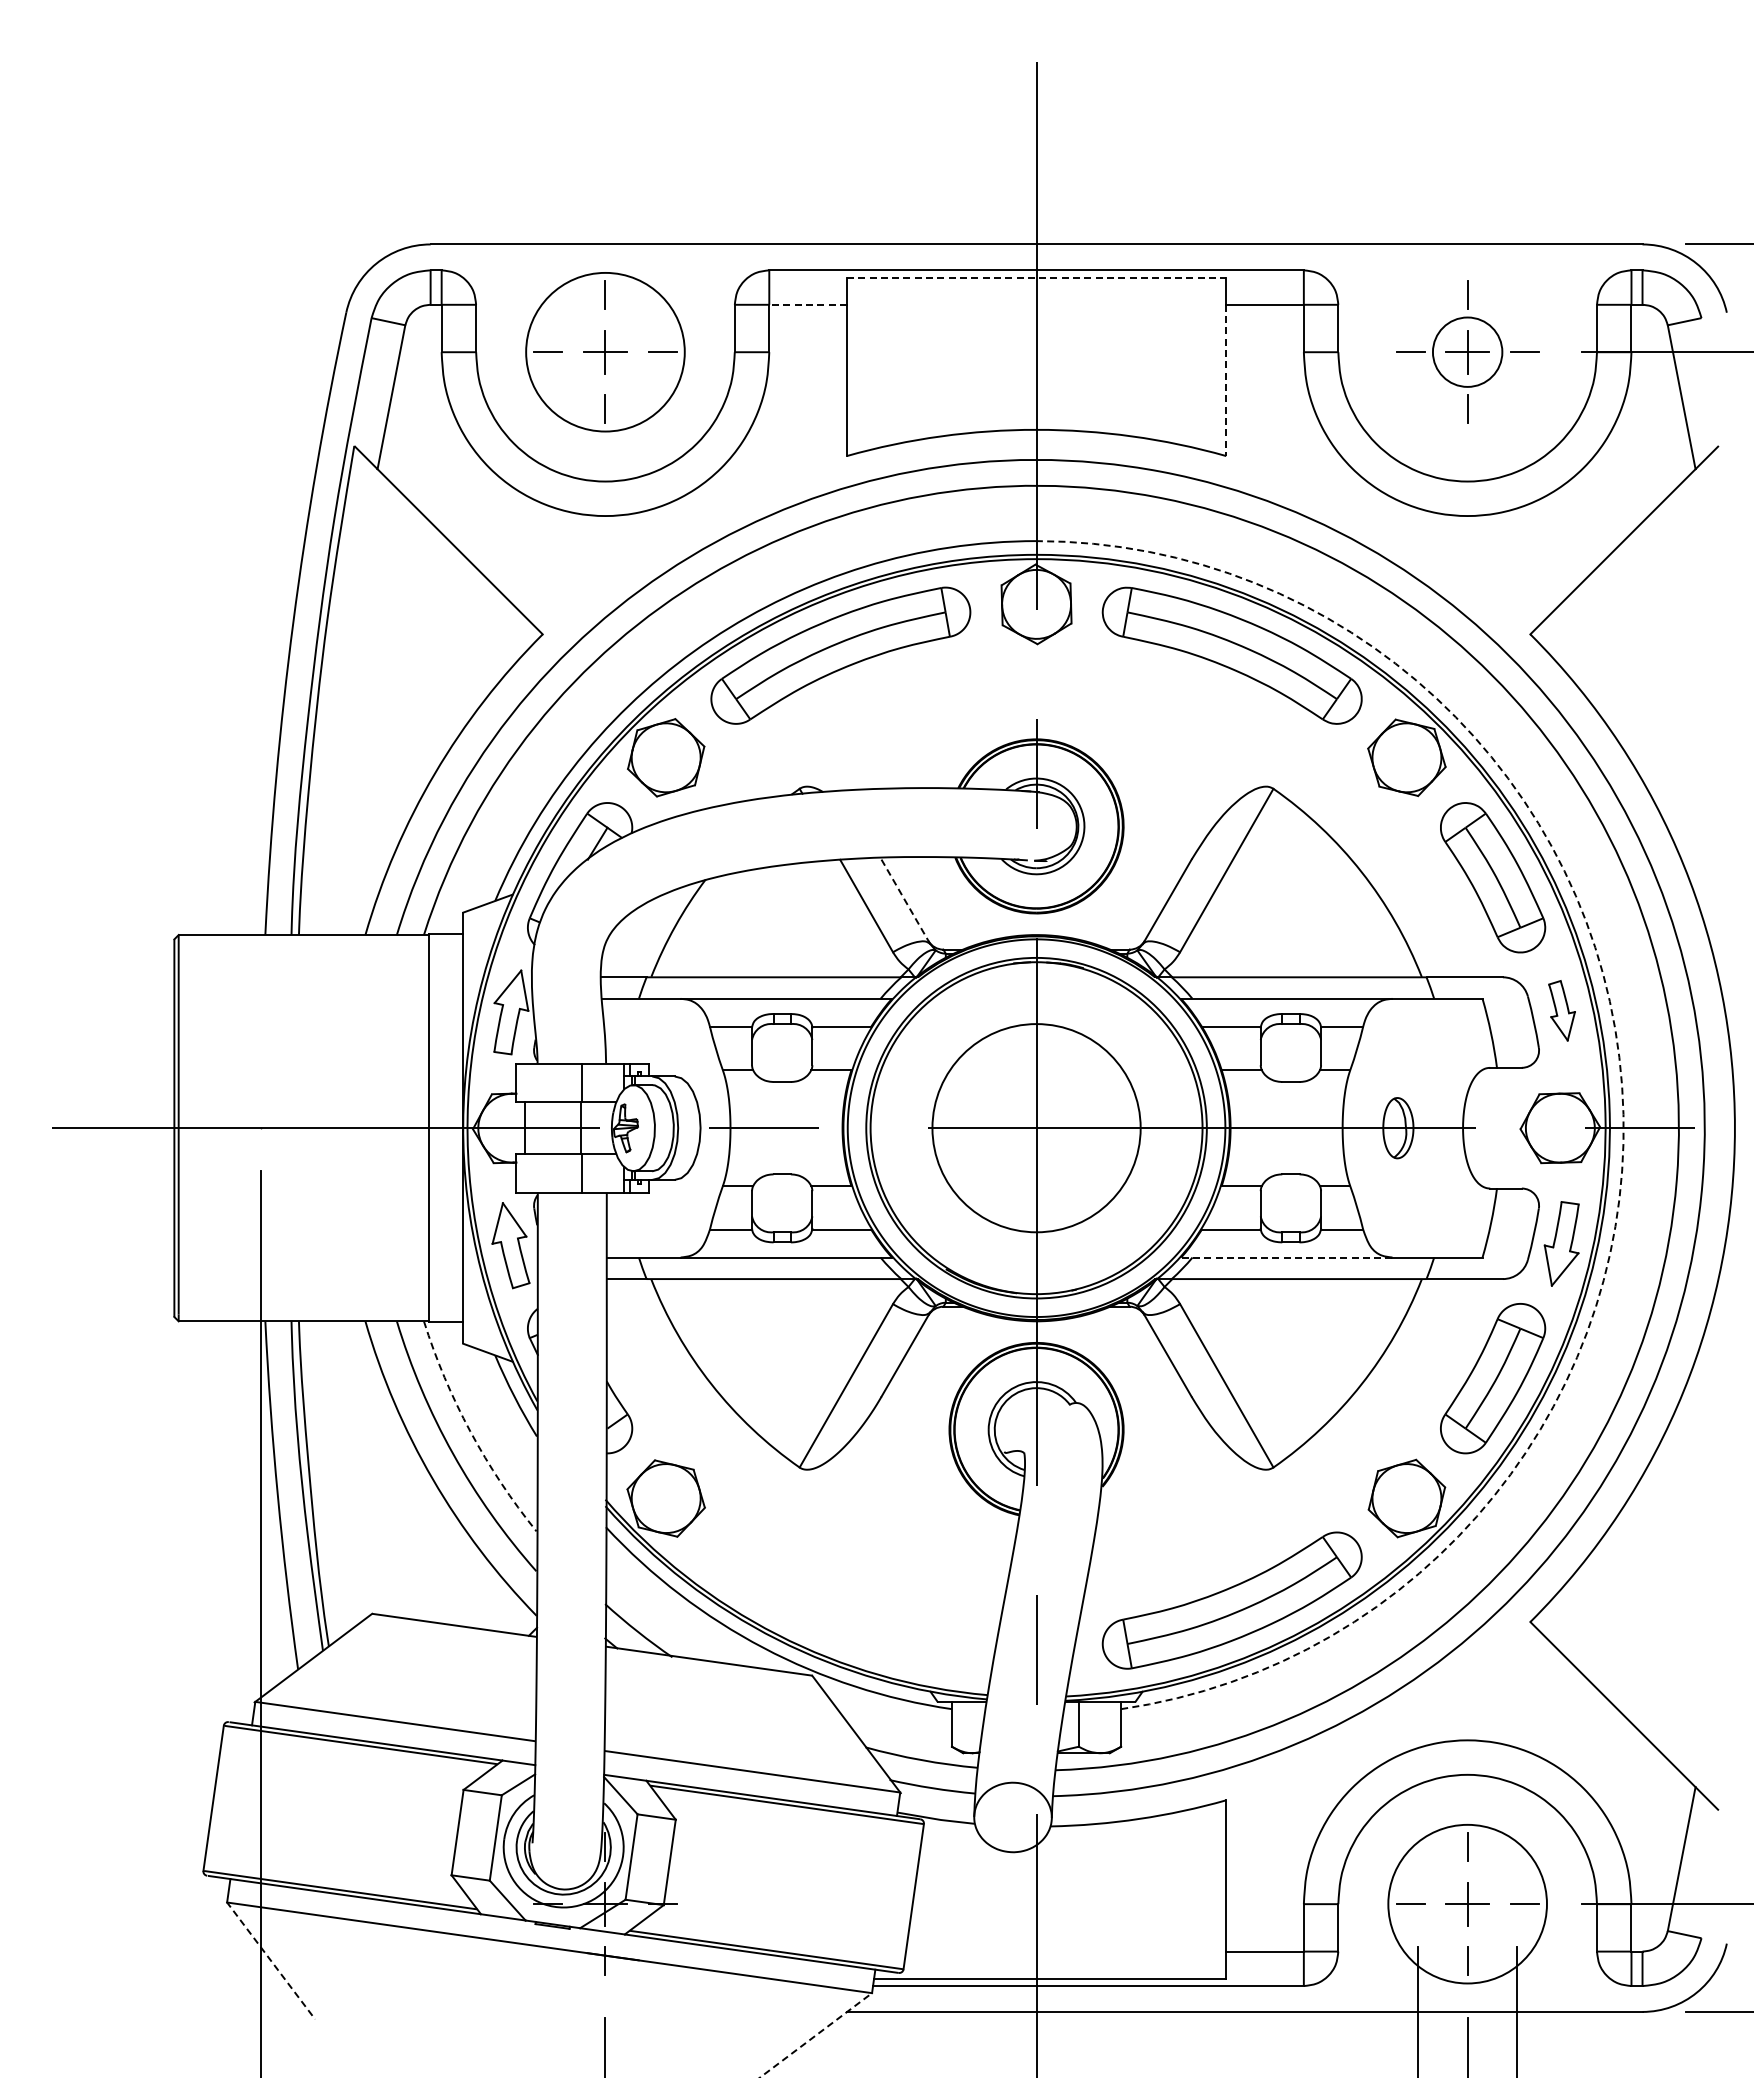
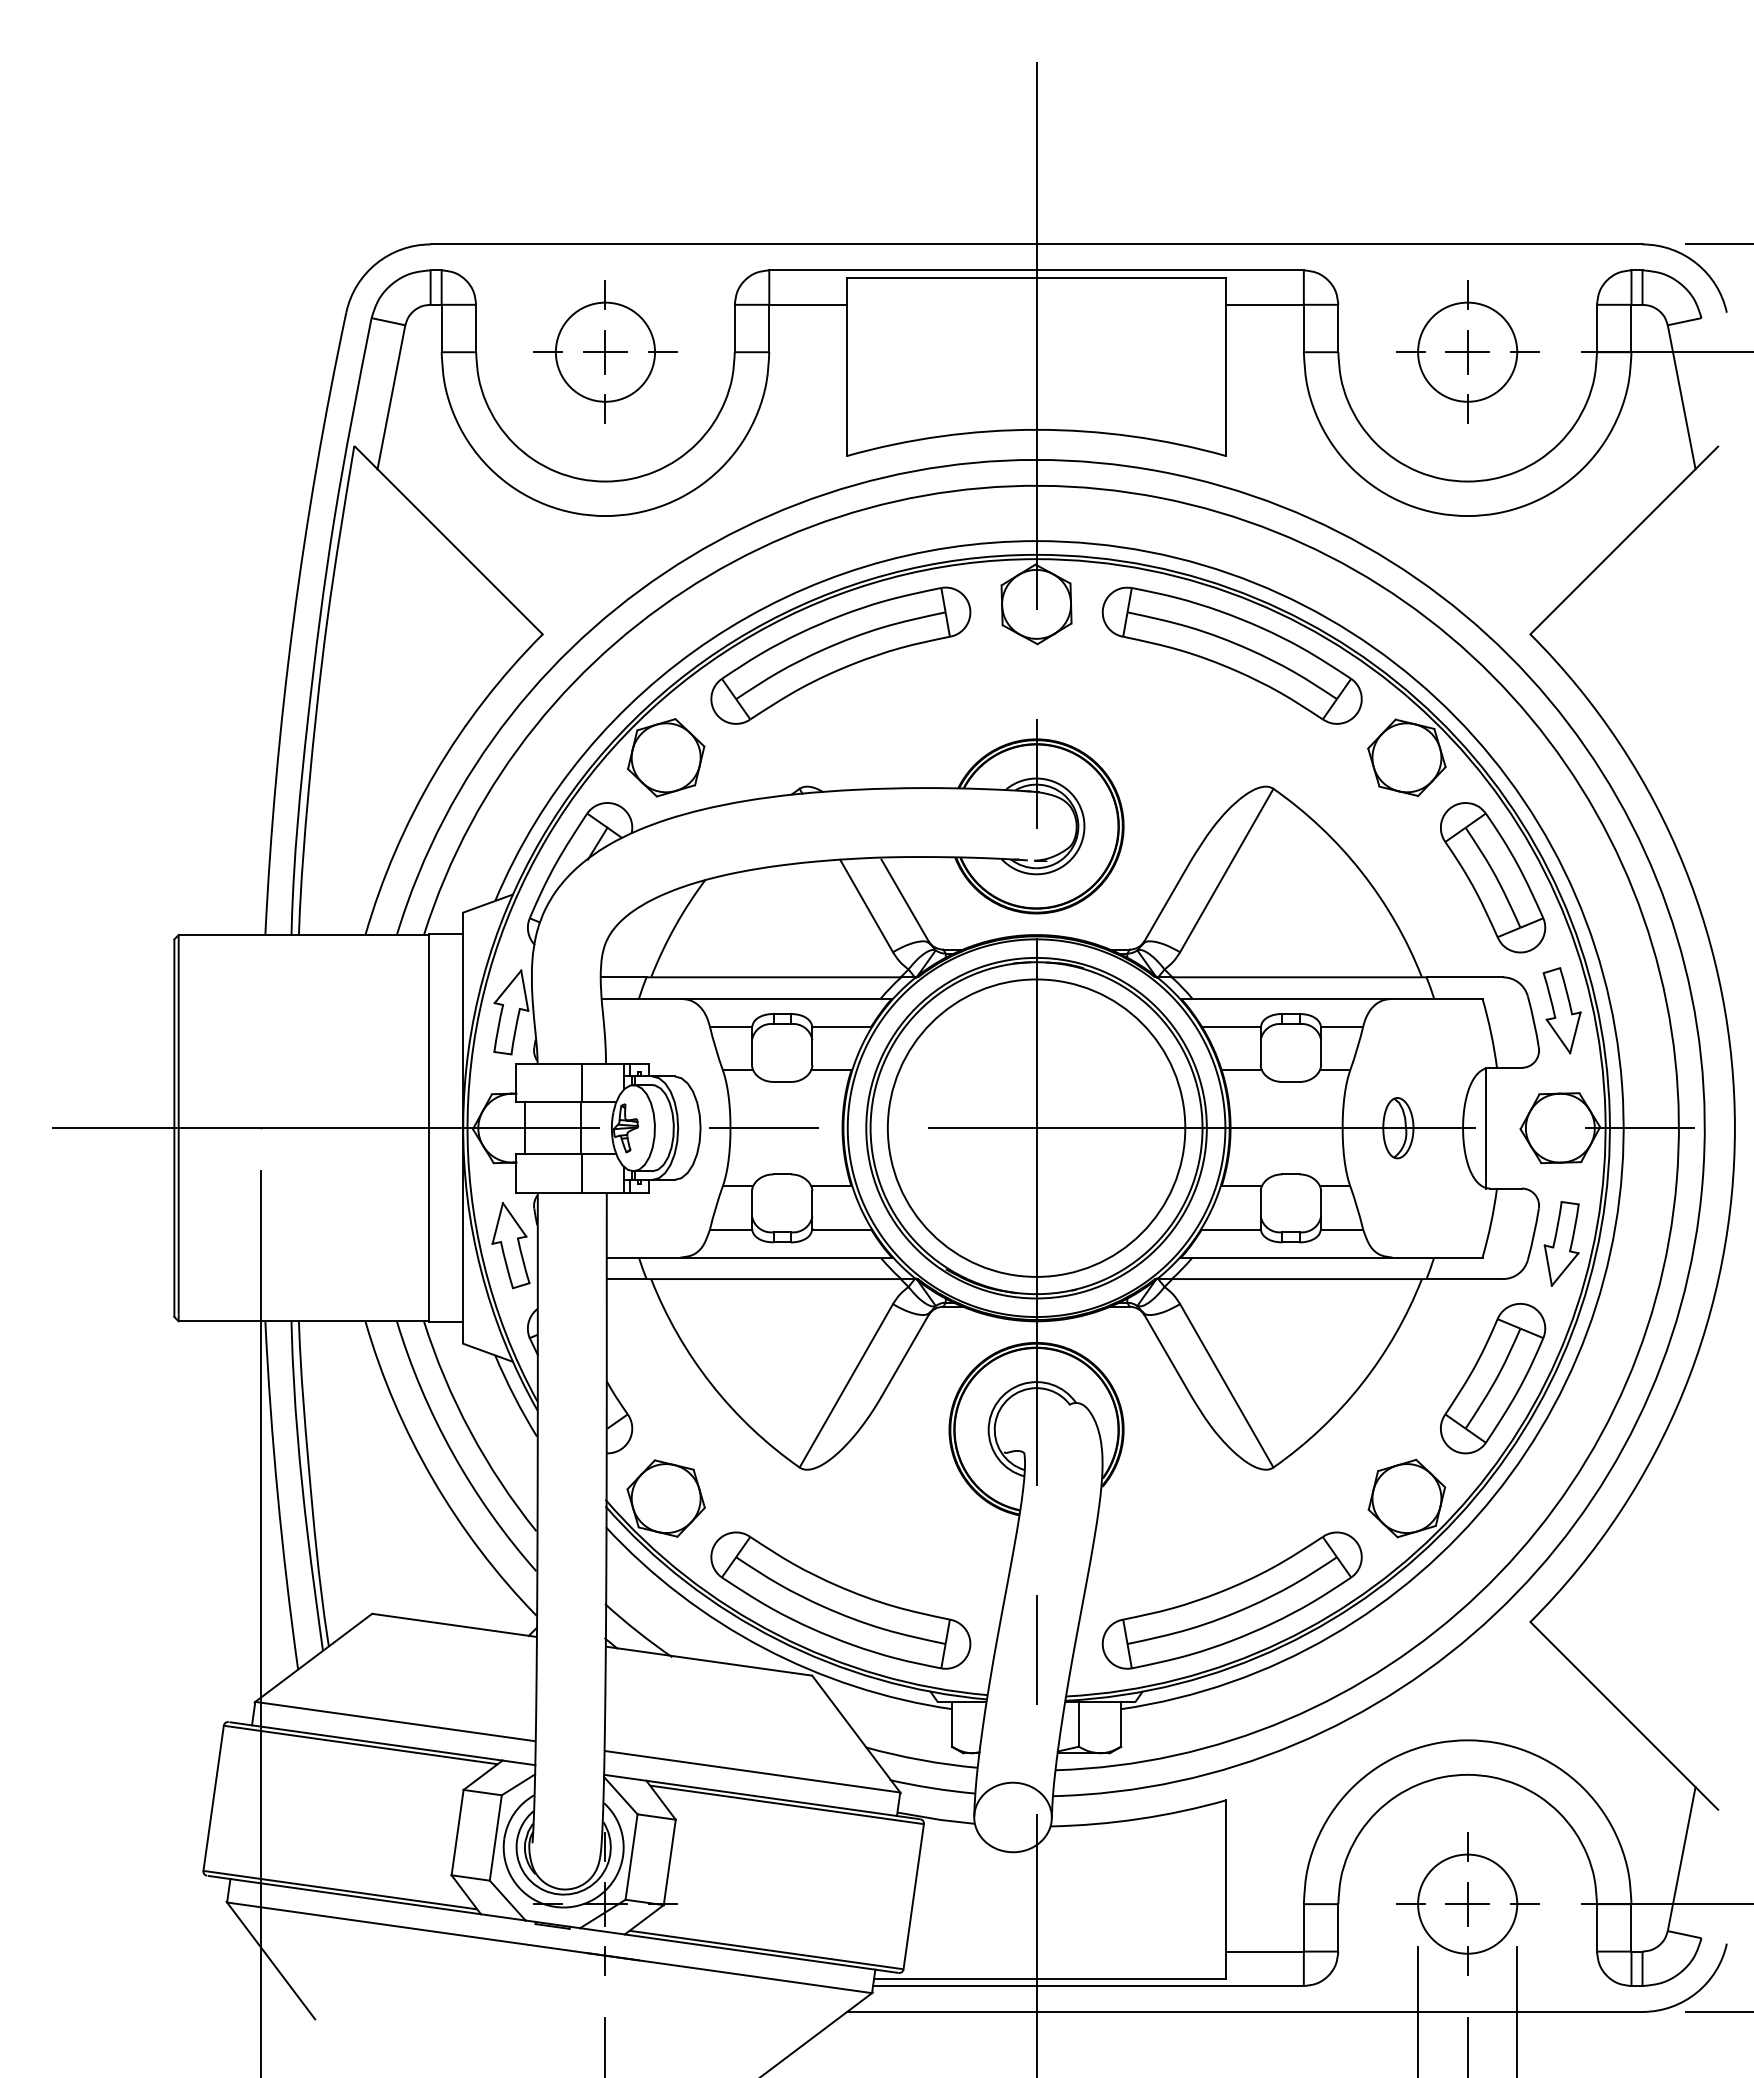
line at (1036, 277): dashed -> solid
line at (808, 304): dashed -> solid
circle at (605, 351) diameter: 159 px -> 99 px
circle at (1467, 351) diameter: 69 px -> 99 px
line at (1226, 380): dashed -> solid
line at (905, 901): dashed -> solid
part at (1561, 1010) size: 28x62 px -> 40x88 px
arc at (1622, 1085): dashed -> solid
line at (1486, 1127): none -> present
circle at (1036, 1128) diameter: 208 px -> 297 px
line at (1286, 1257): dashed -> solid
arc at (470, 1431): dashed -> solid
part at (840, 1600): none -> present
circle at (1467, 1903) diameter: 159 px -> 99 px
line at (270, 1960): dashed -> solid
line at (816, 2035): dashed -> solid
